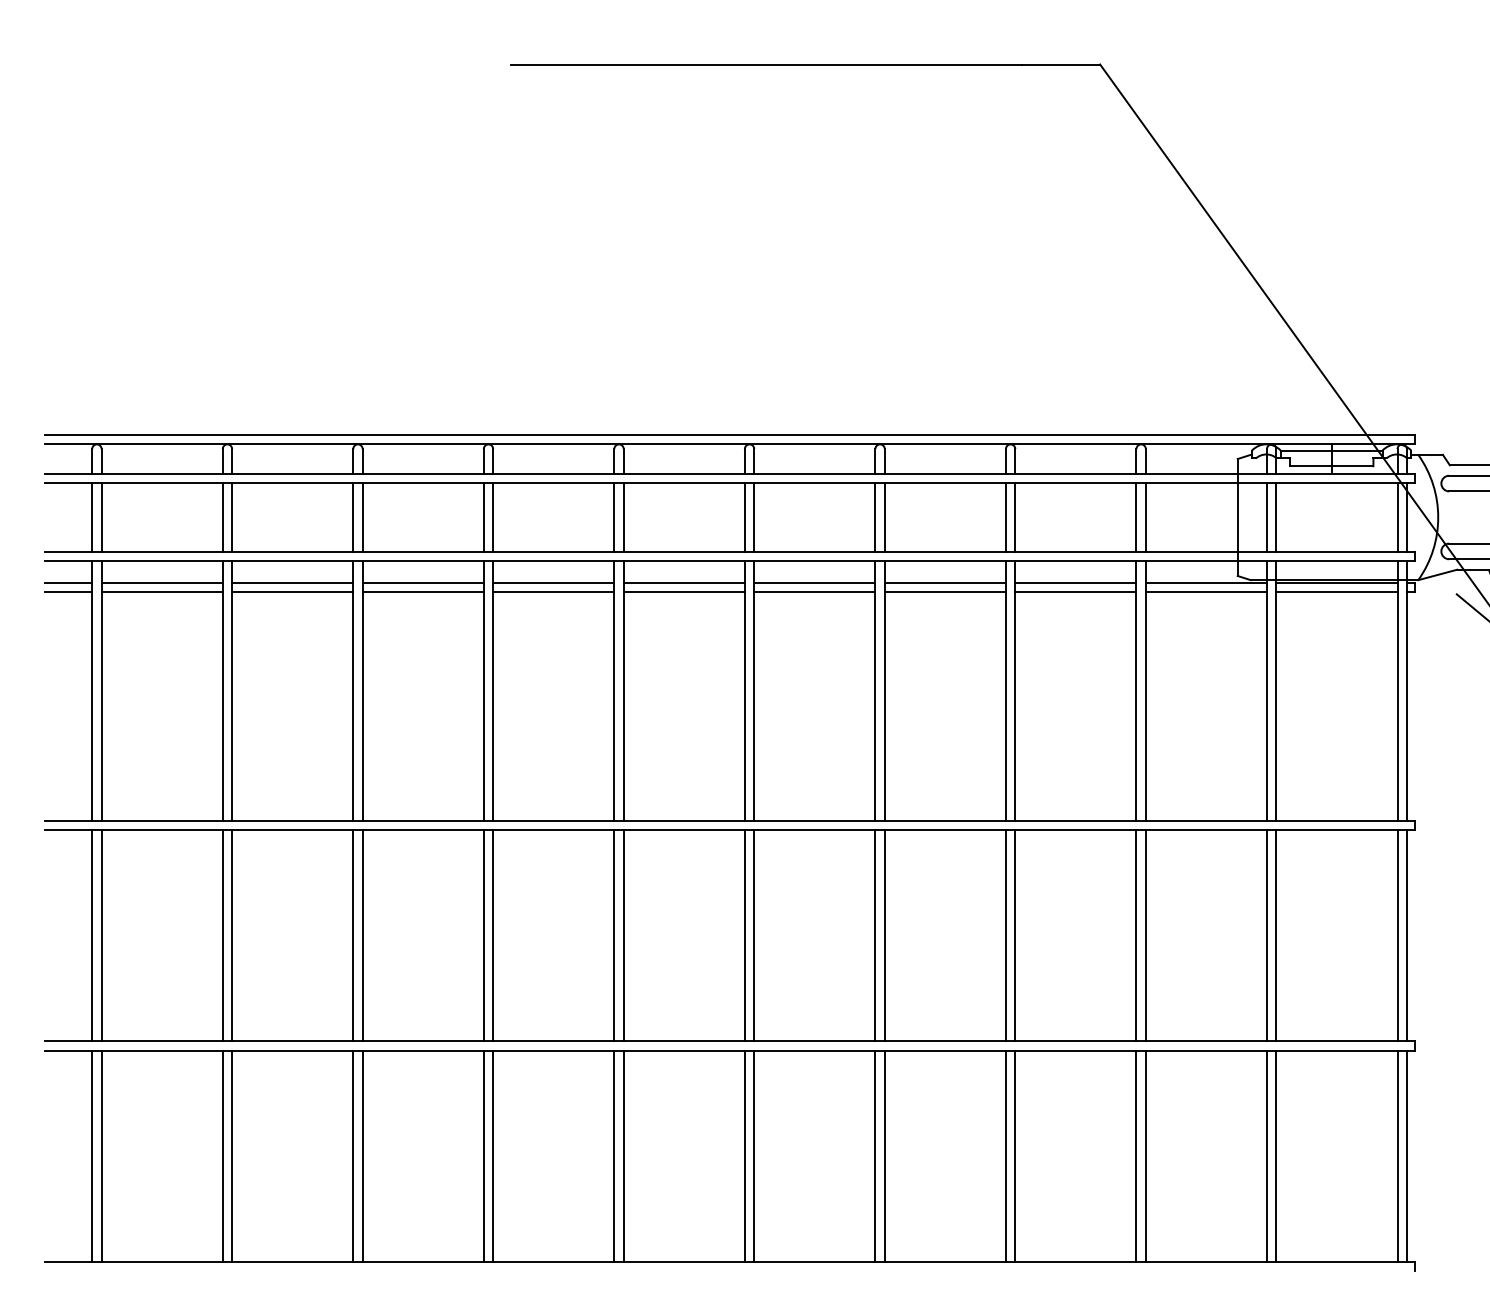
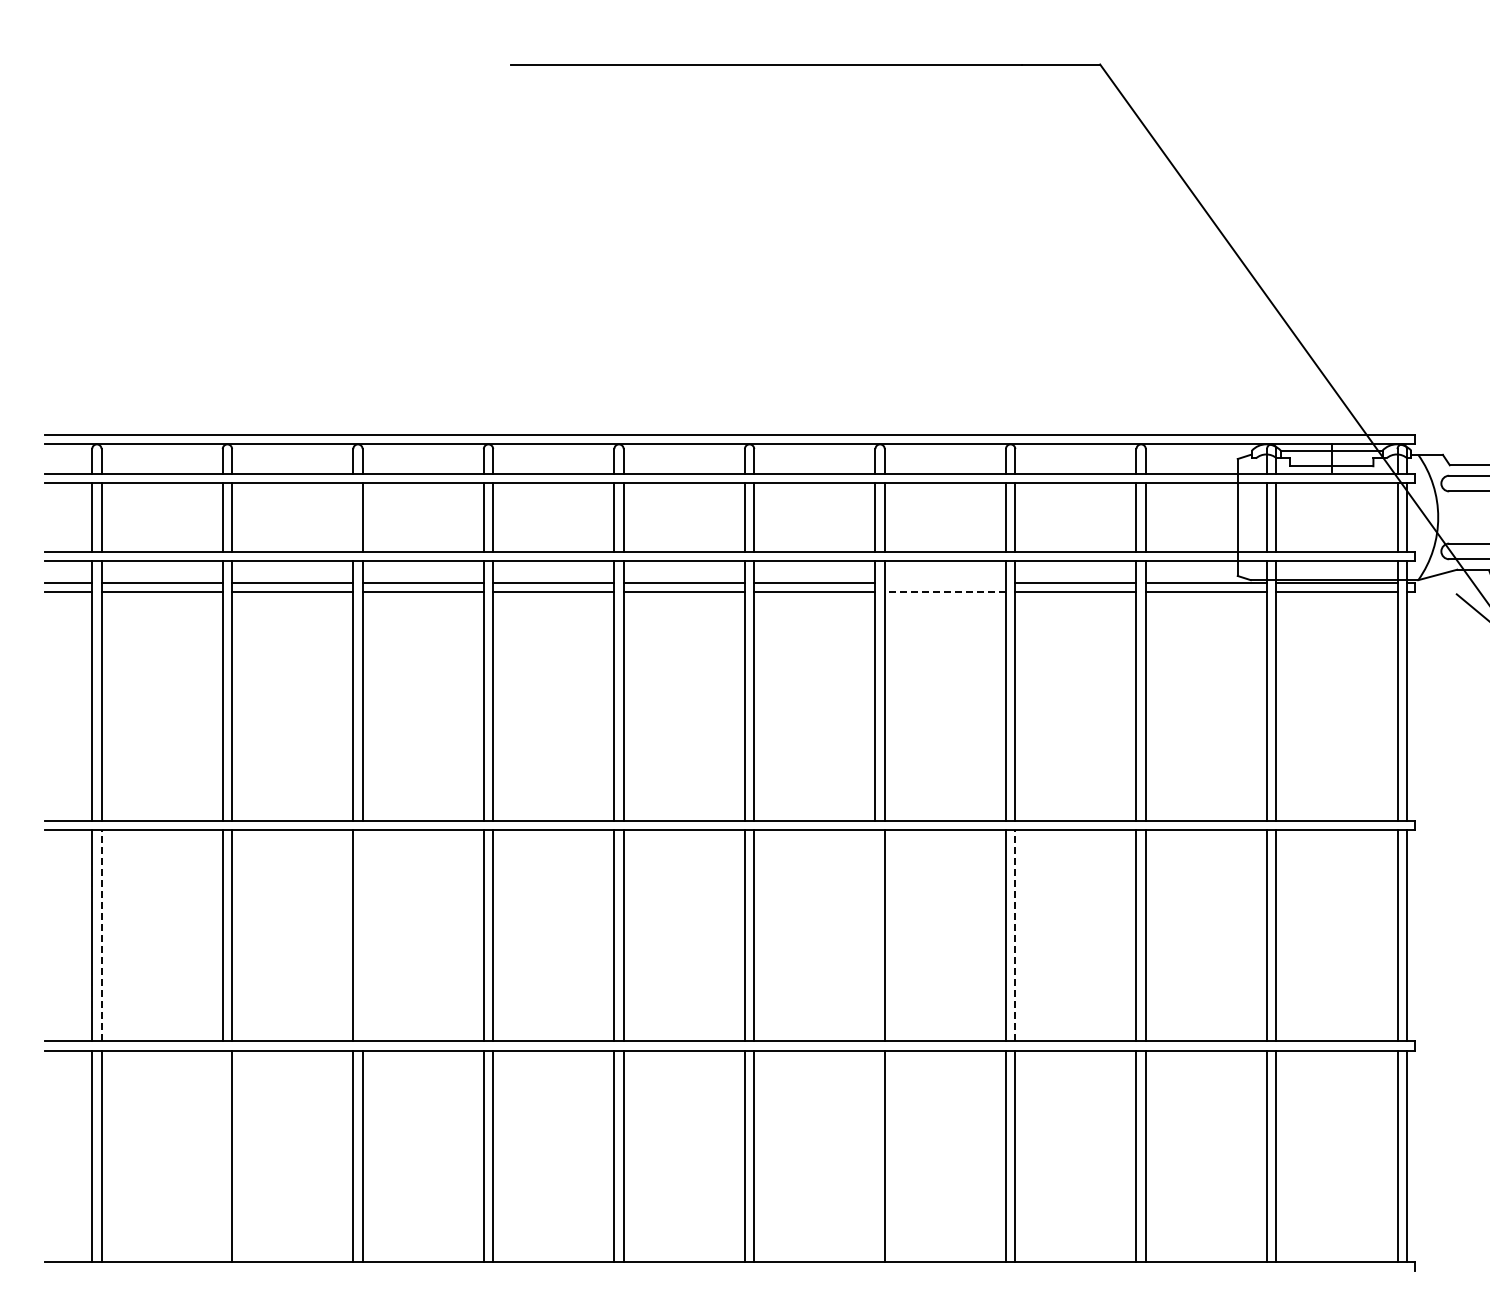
line at (353, 517): present -> none
line at (944, 582): present -> none
line at (945, 592): solid -> dashed
line at (101, 935): solid -> dashed
line at (362, 935): present -> none
line at (875, 935): present -> none
line at (1015, 935): solid -> dashed
line at (222, 1156): present -> none
line at (875, 1156): present -> none
